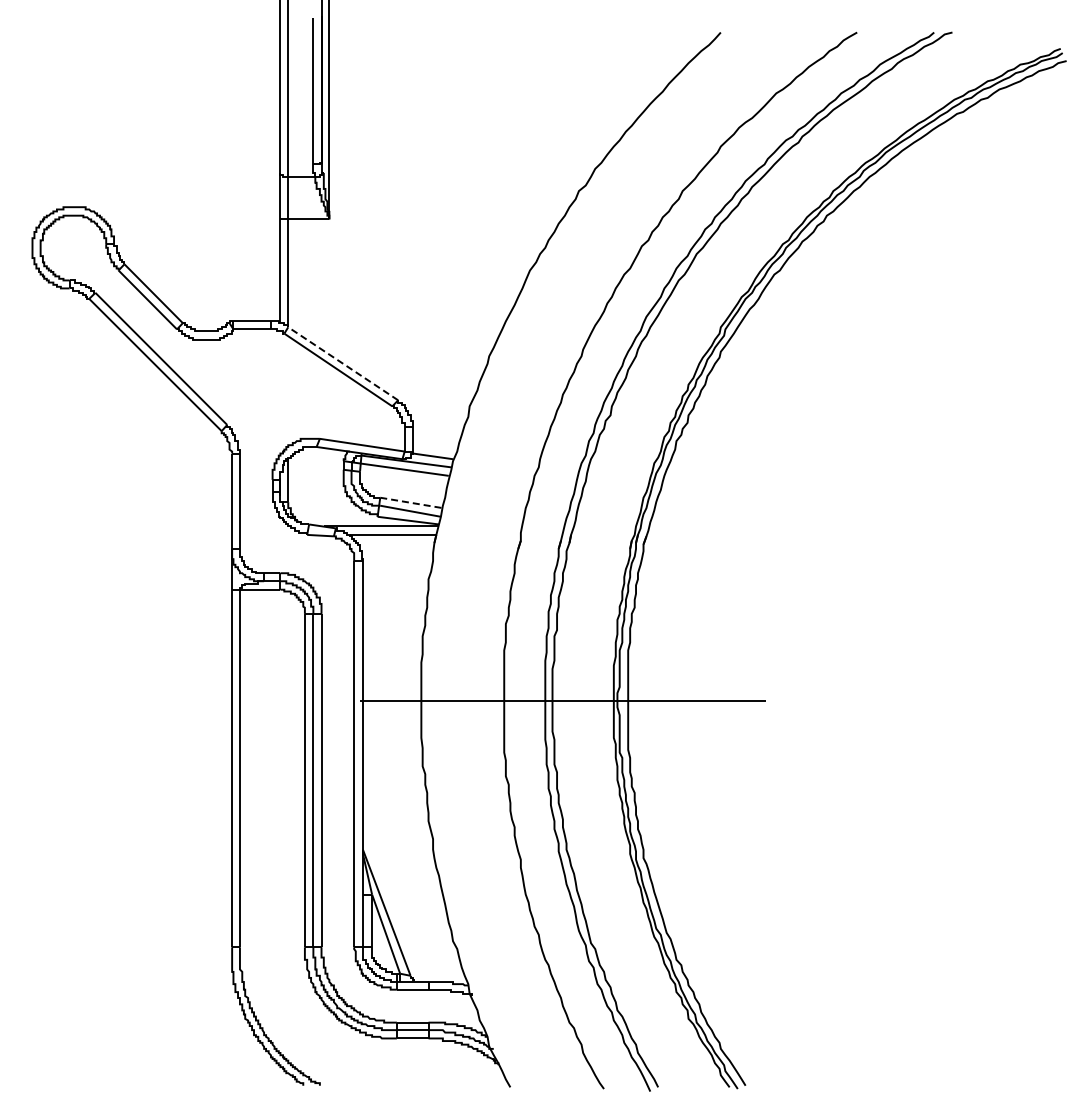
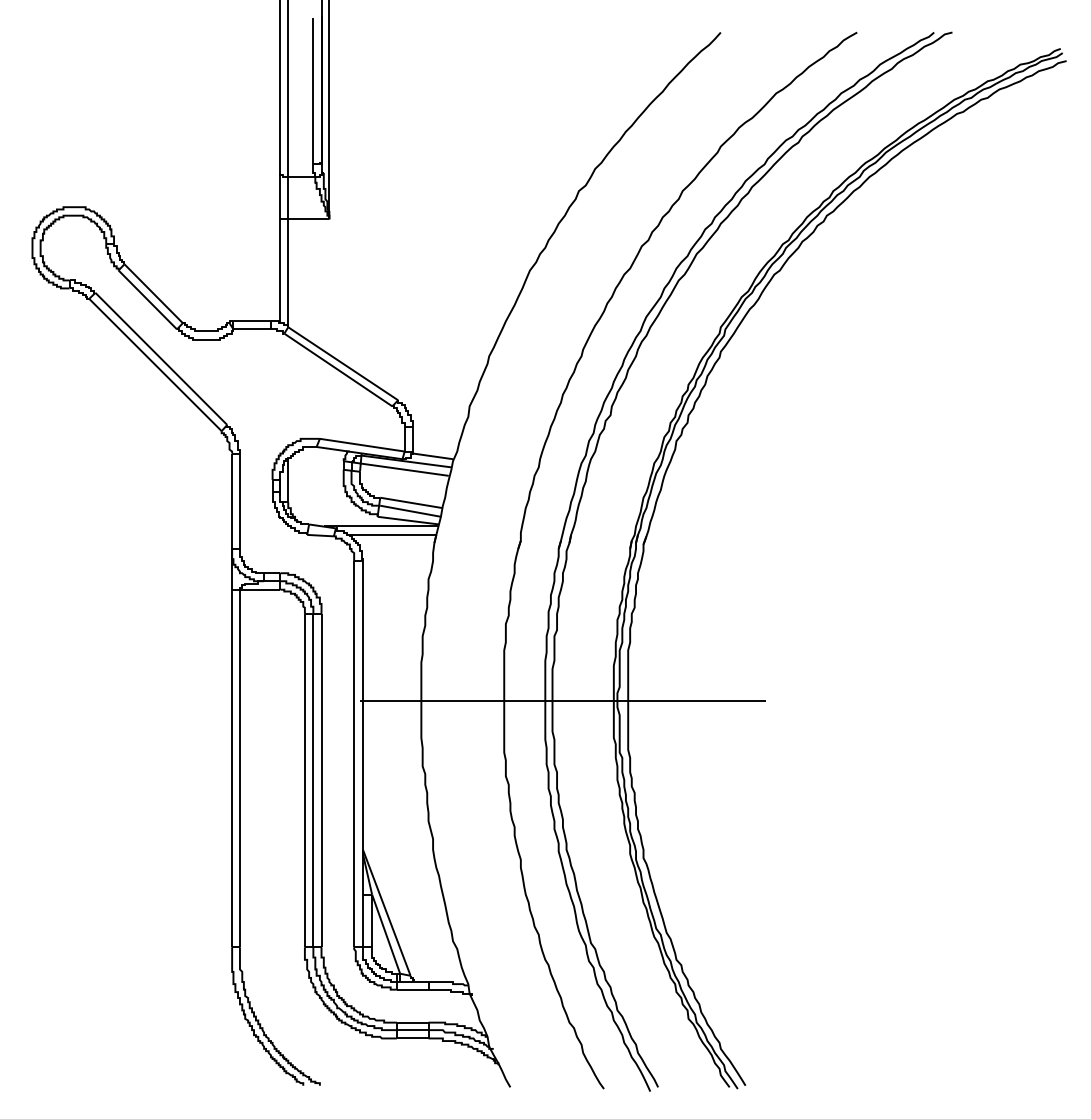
line at (342, 363): dashed -> solid
line at (411, 502): dashed -> solid
